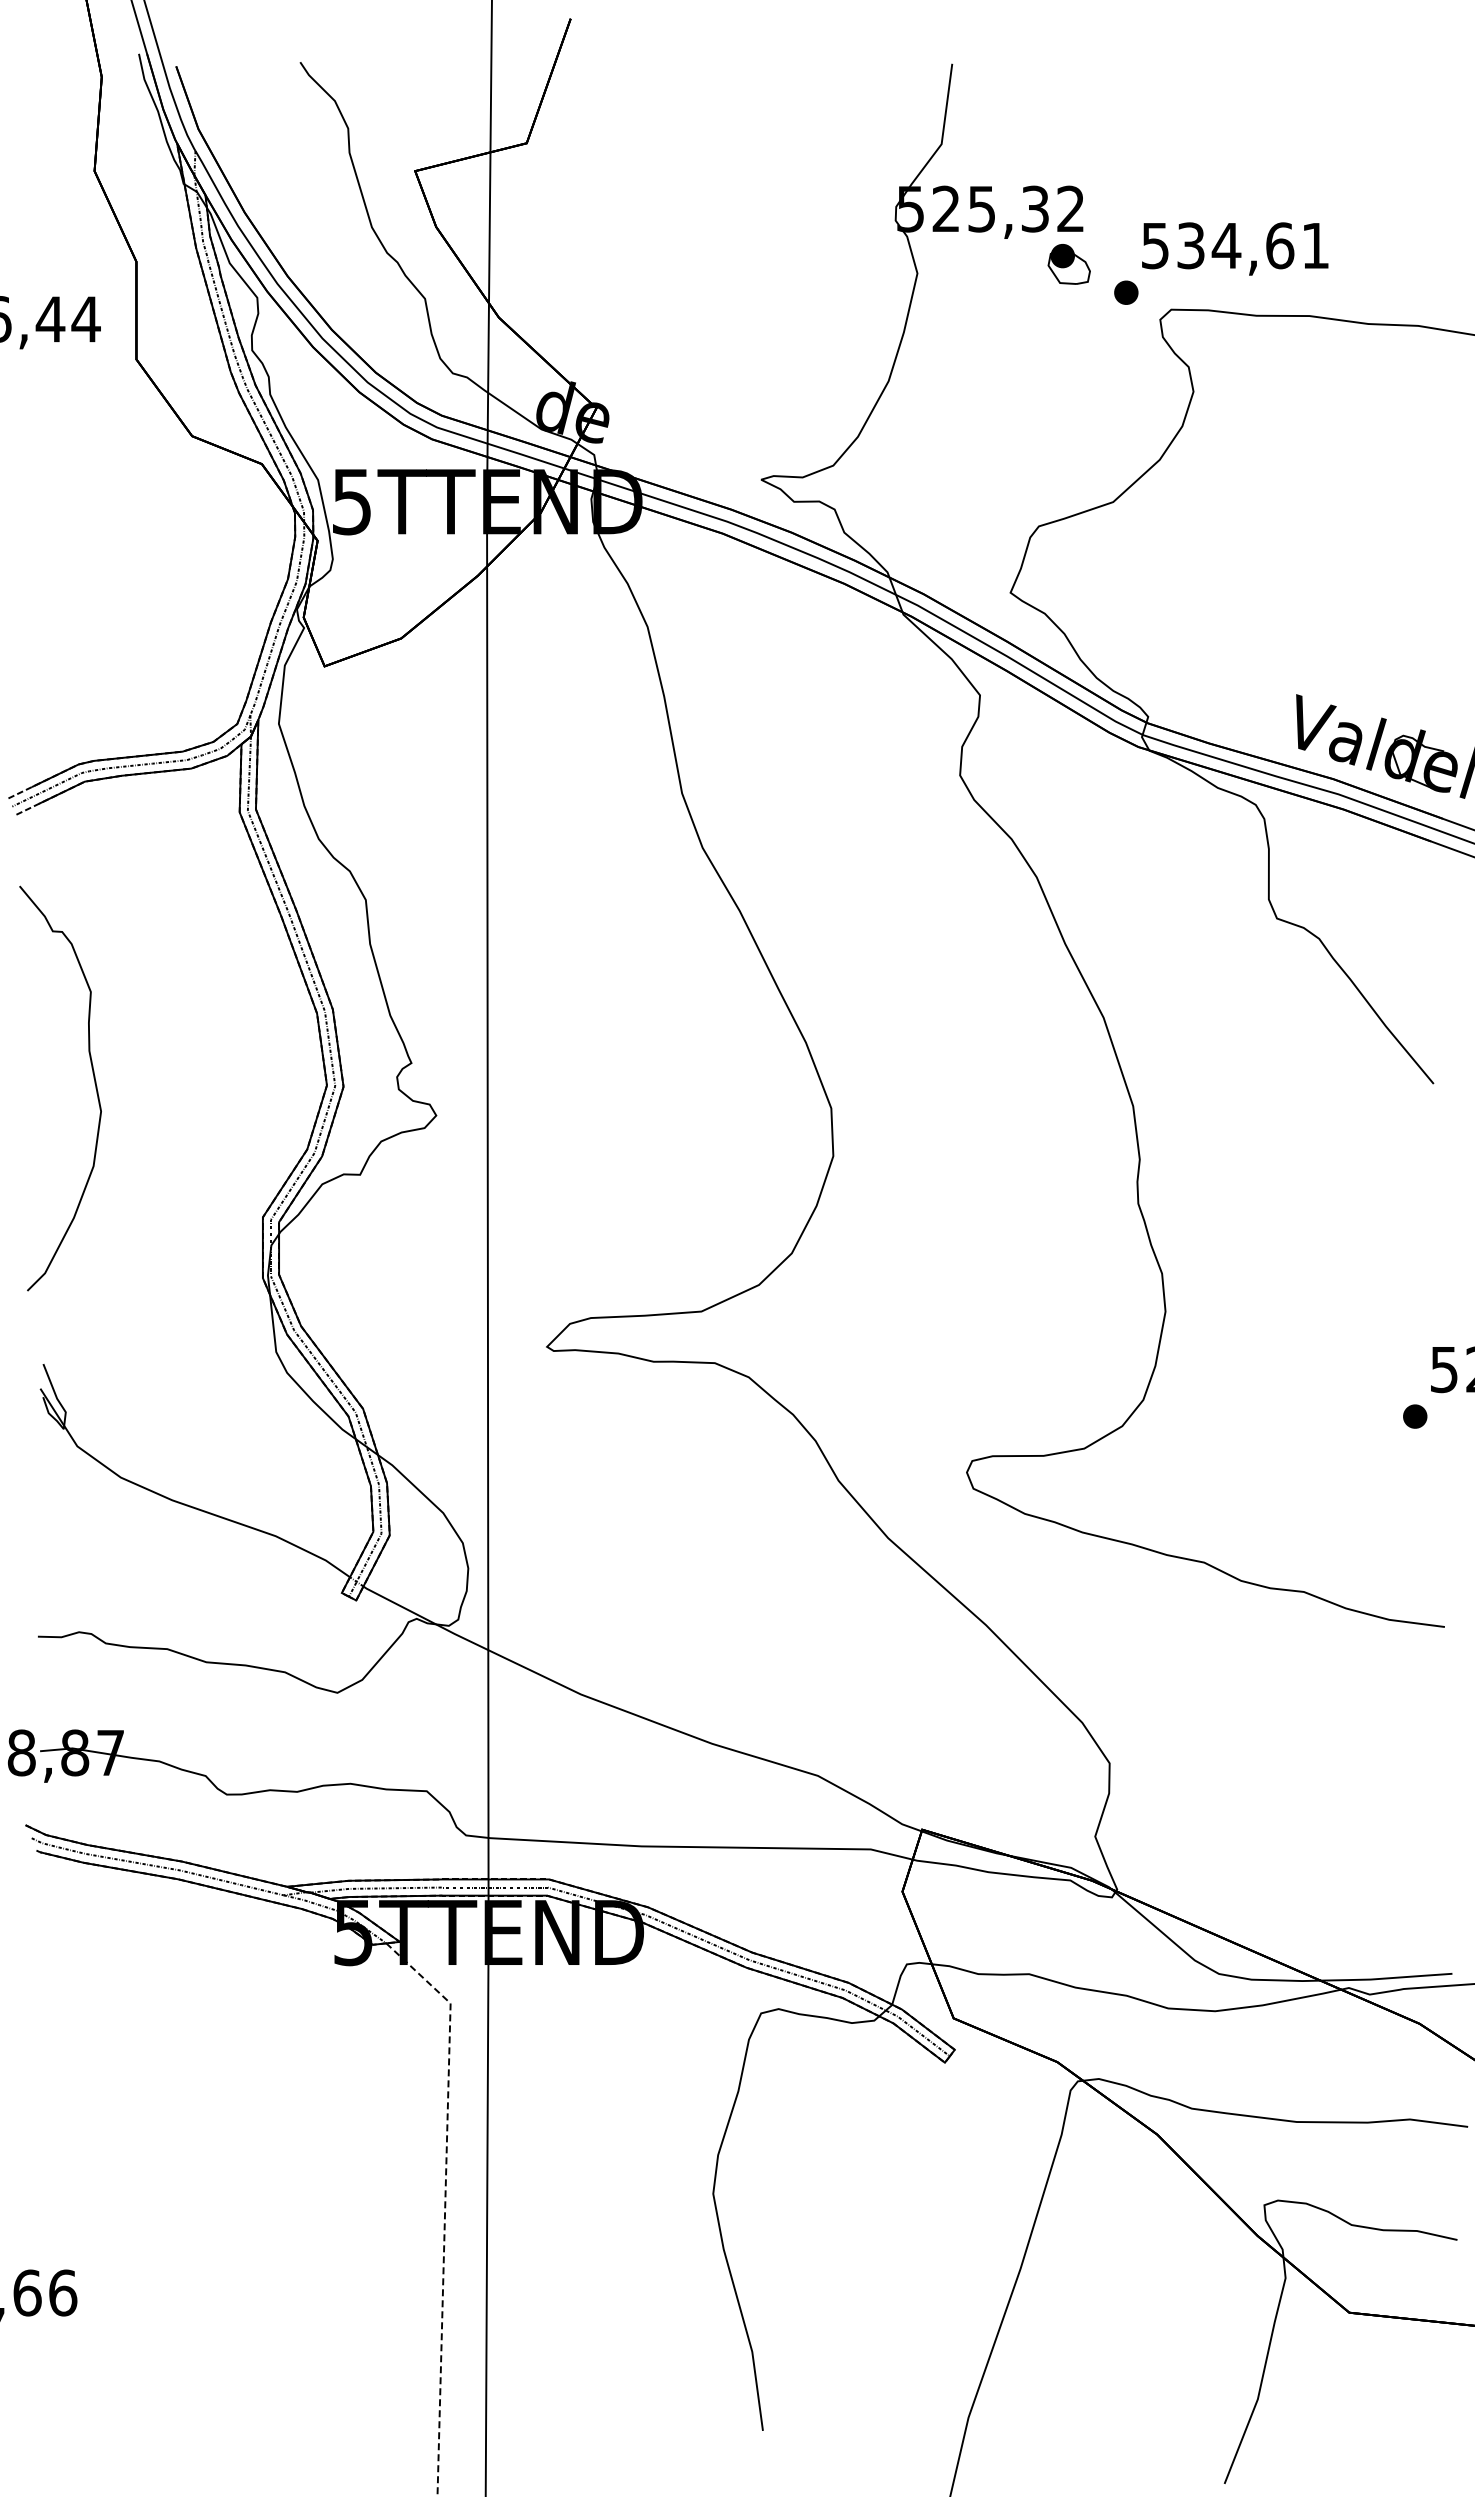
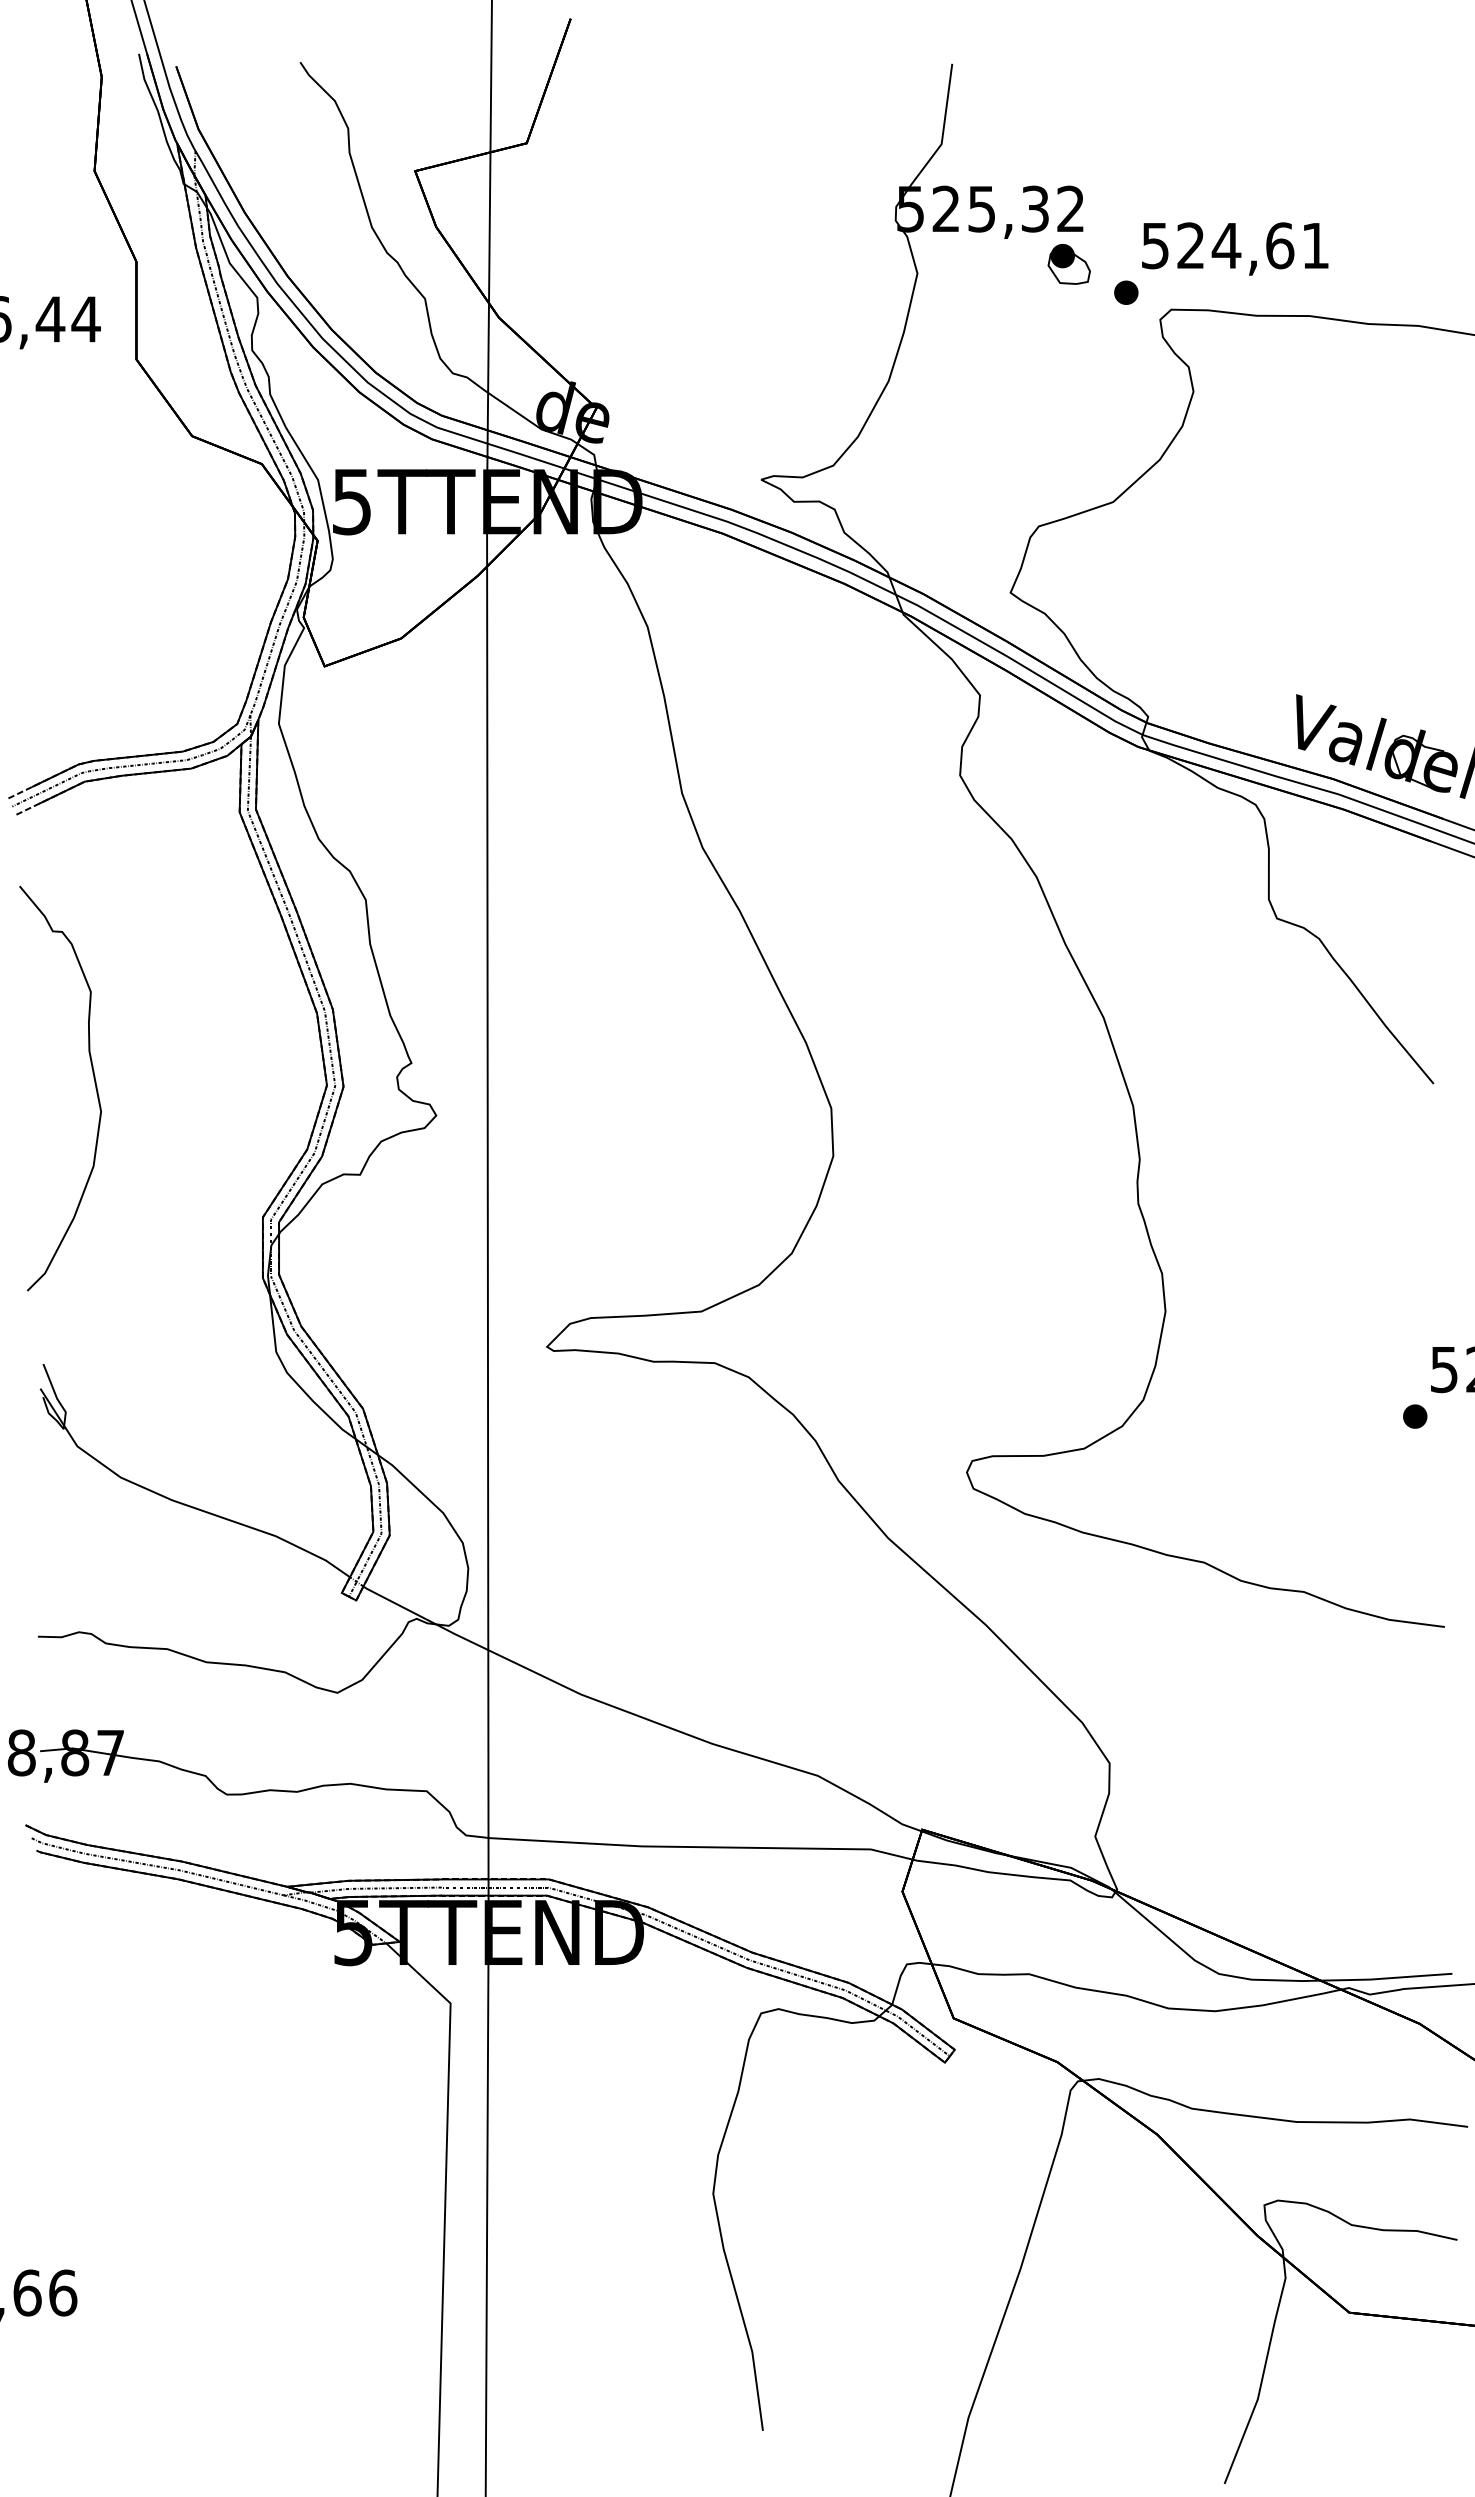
text at (1190, 245): 534,61 -> 524,61
line at (445, 2205): dashed -> solid
